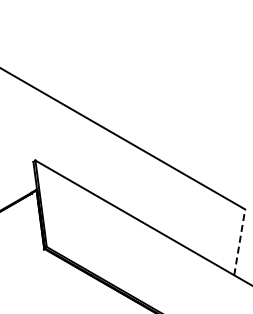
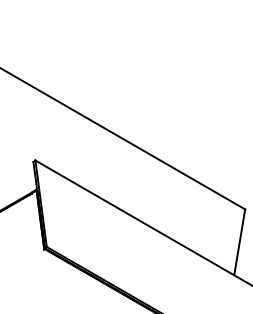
line at (239, 241): dashed -> solid
